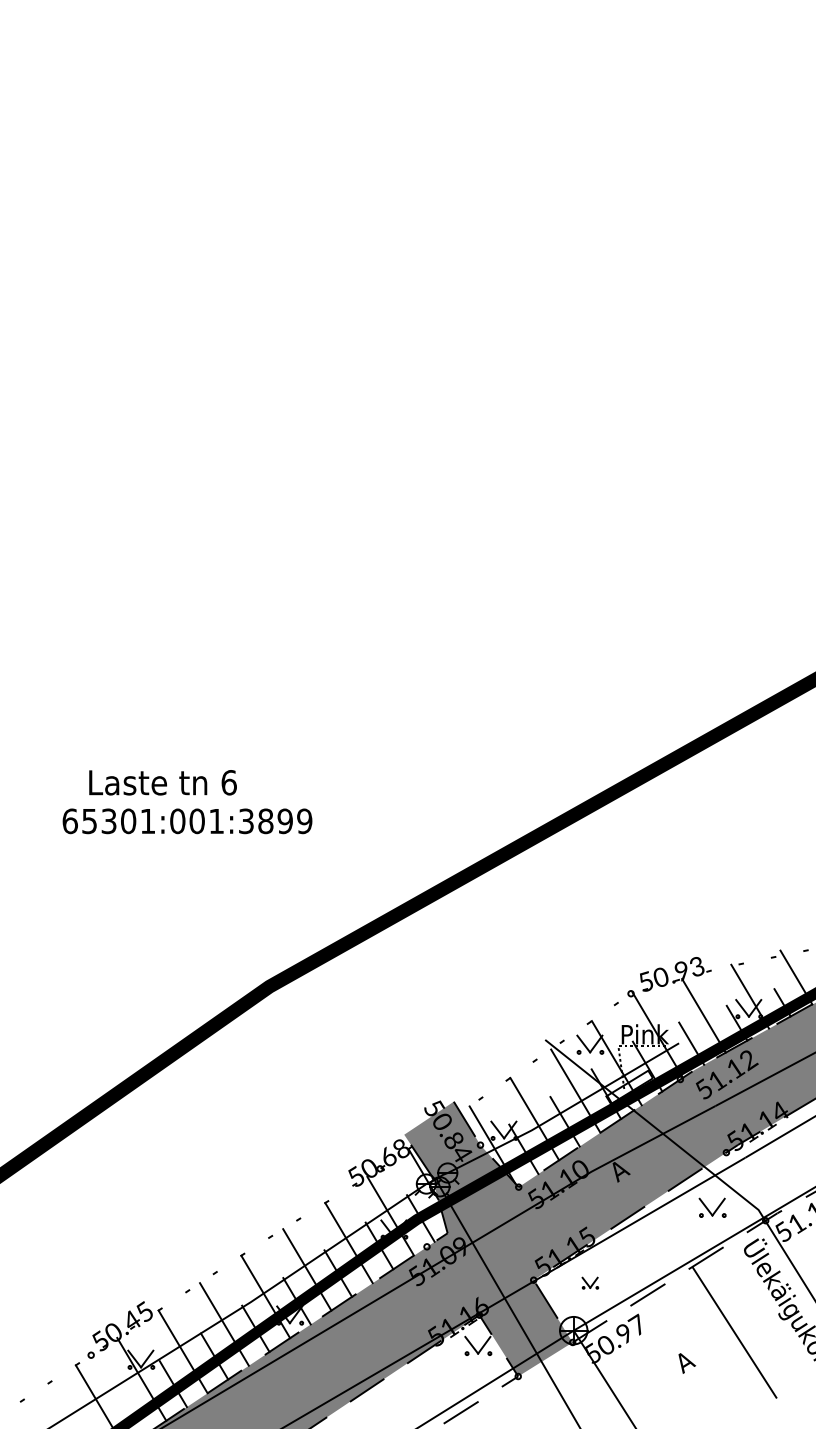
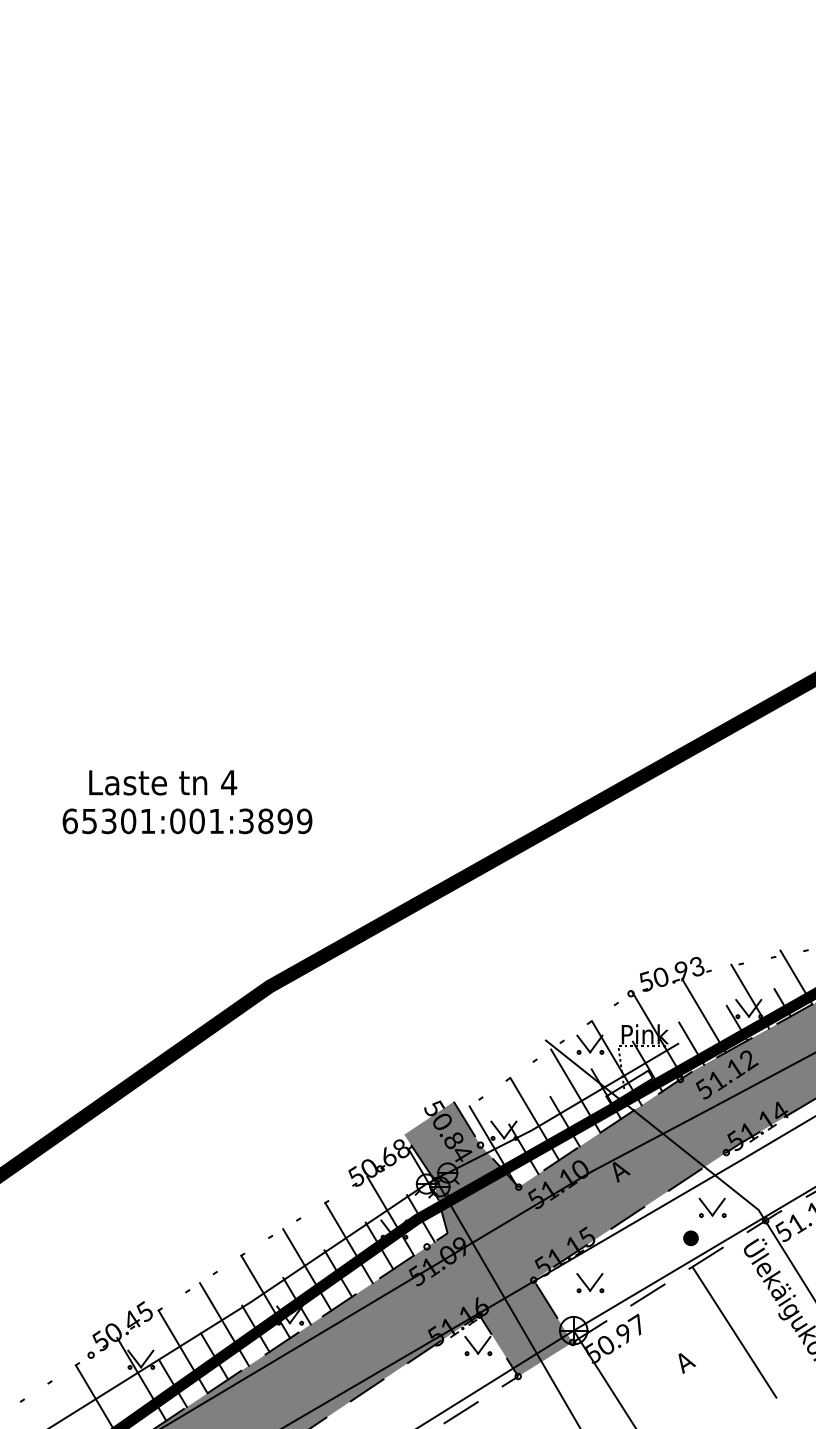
text at (229, 782): 6 -> 4
part at (690, 1238): none -> present
part at (590, 1282) size: 19x14 px -> 29x21 px
